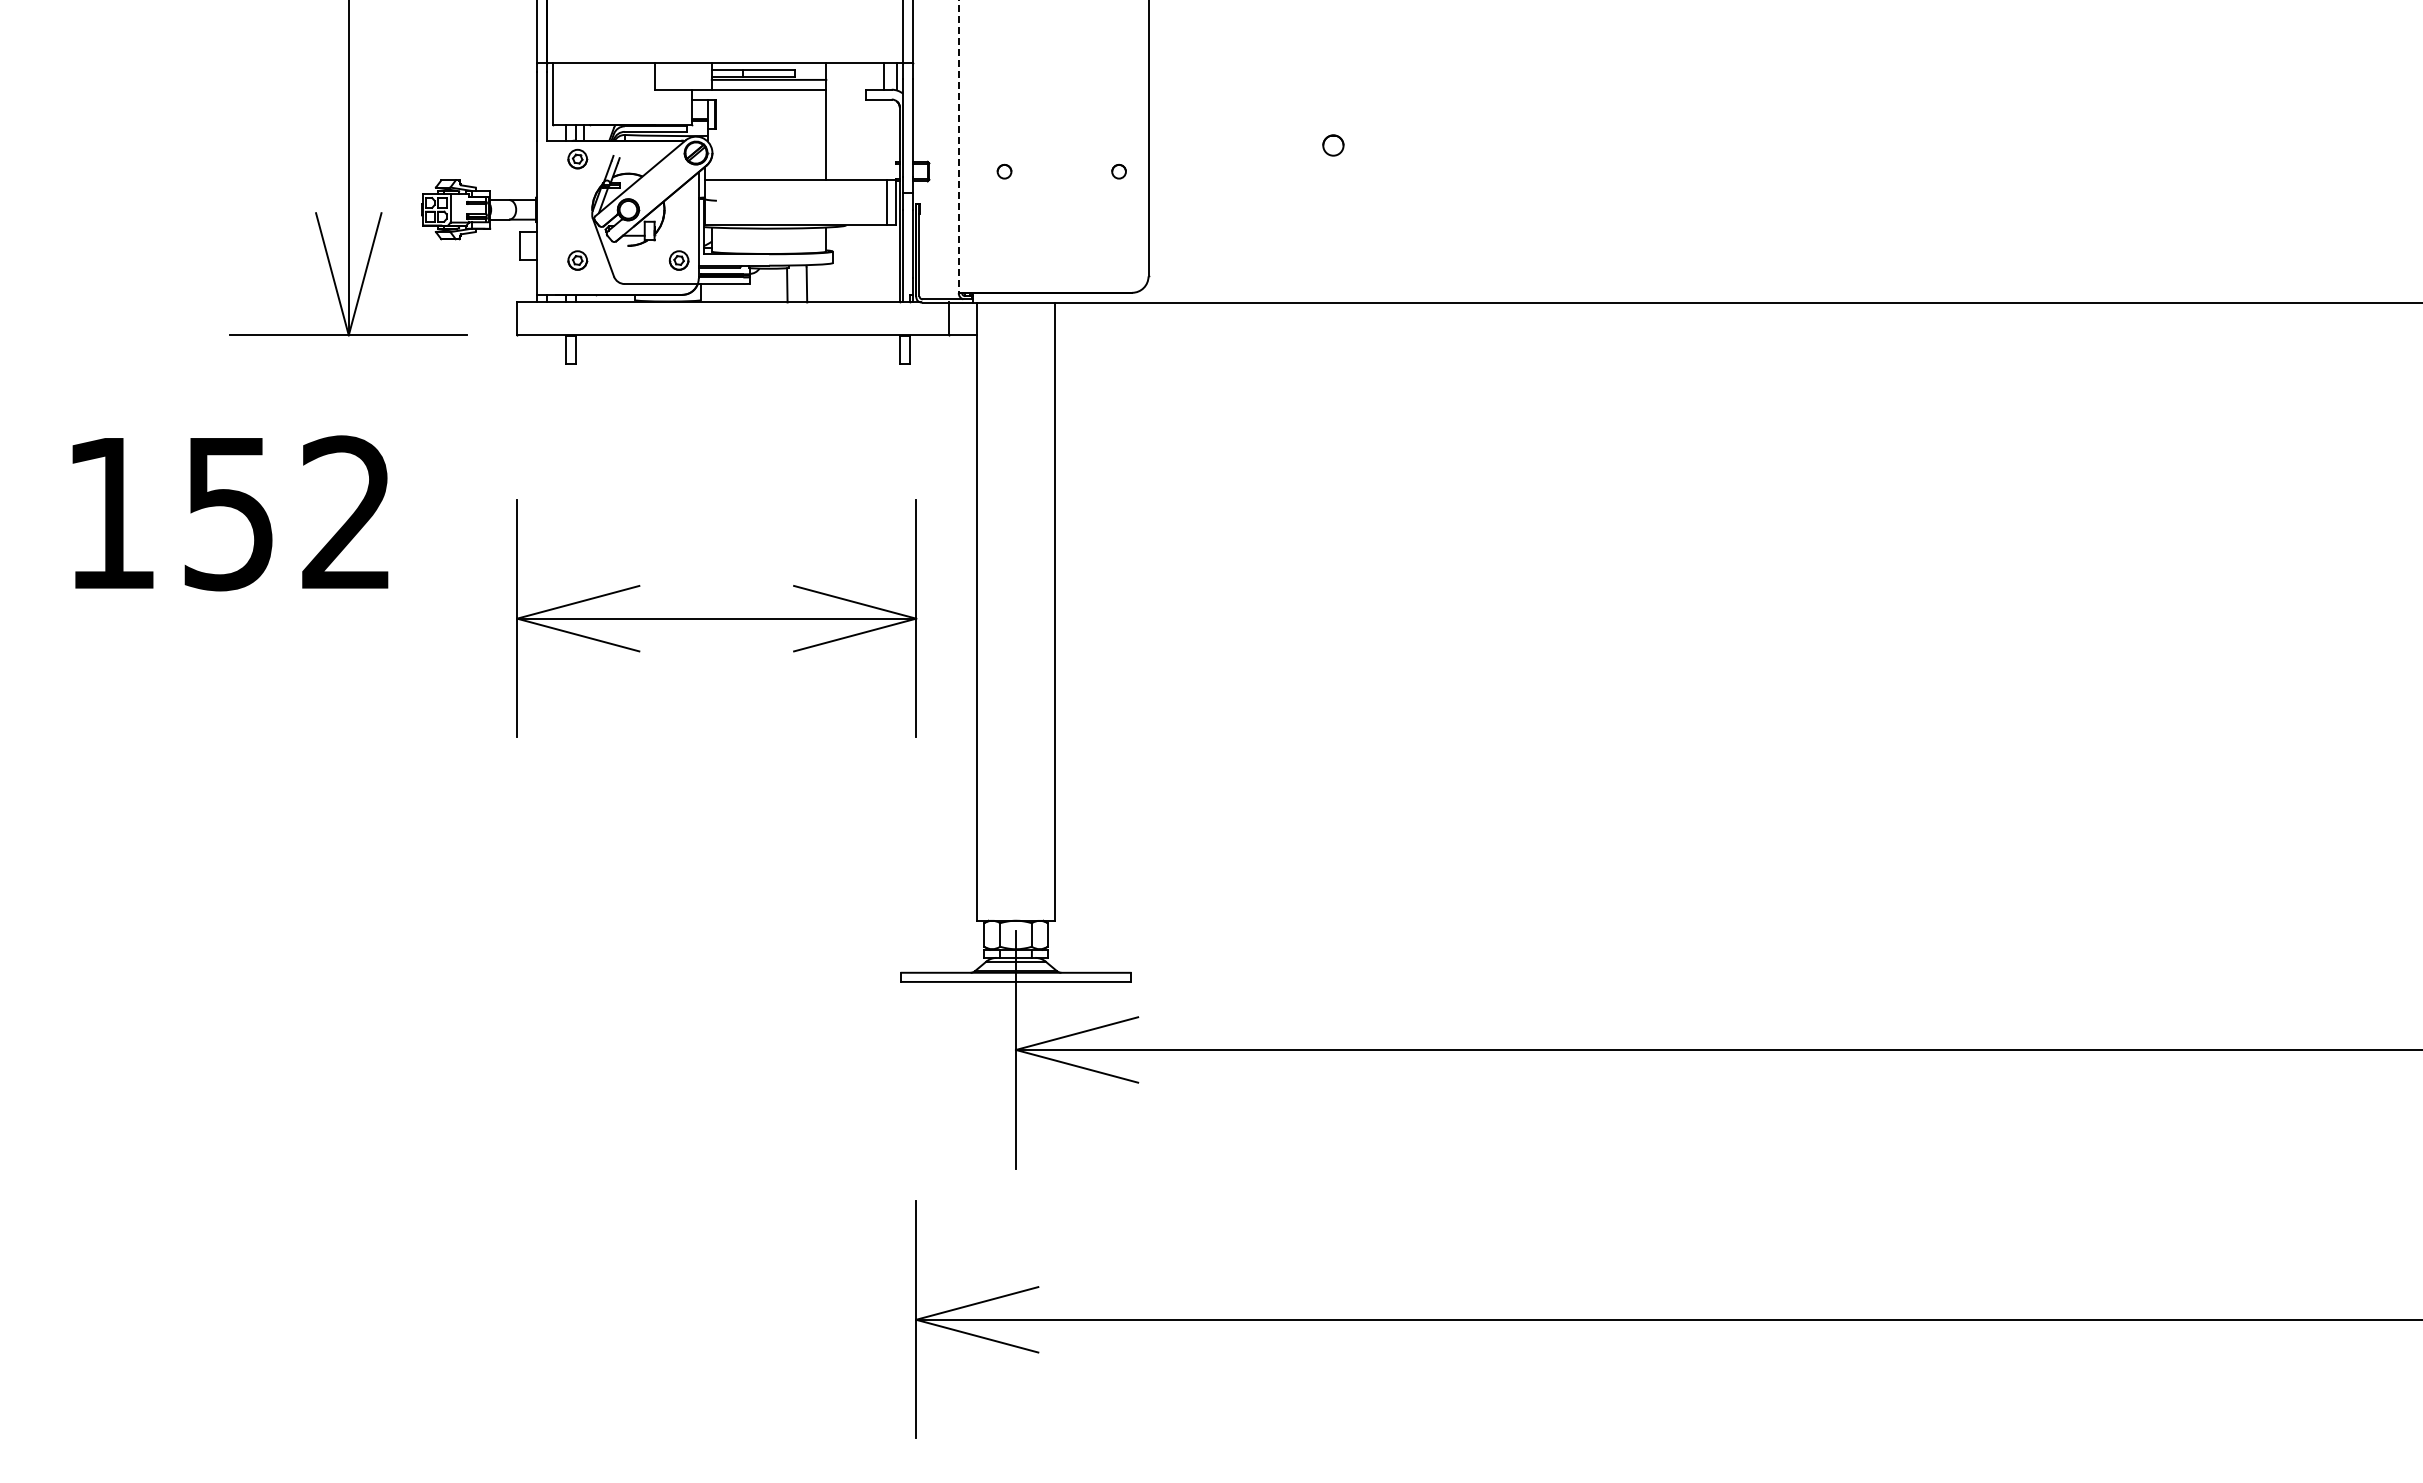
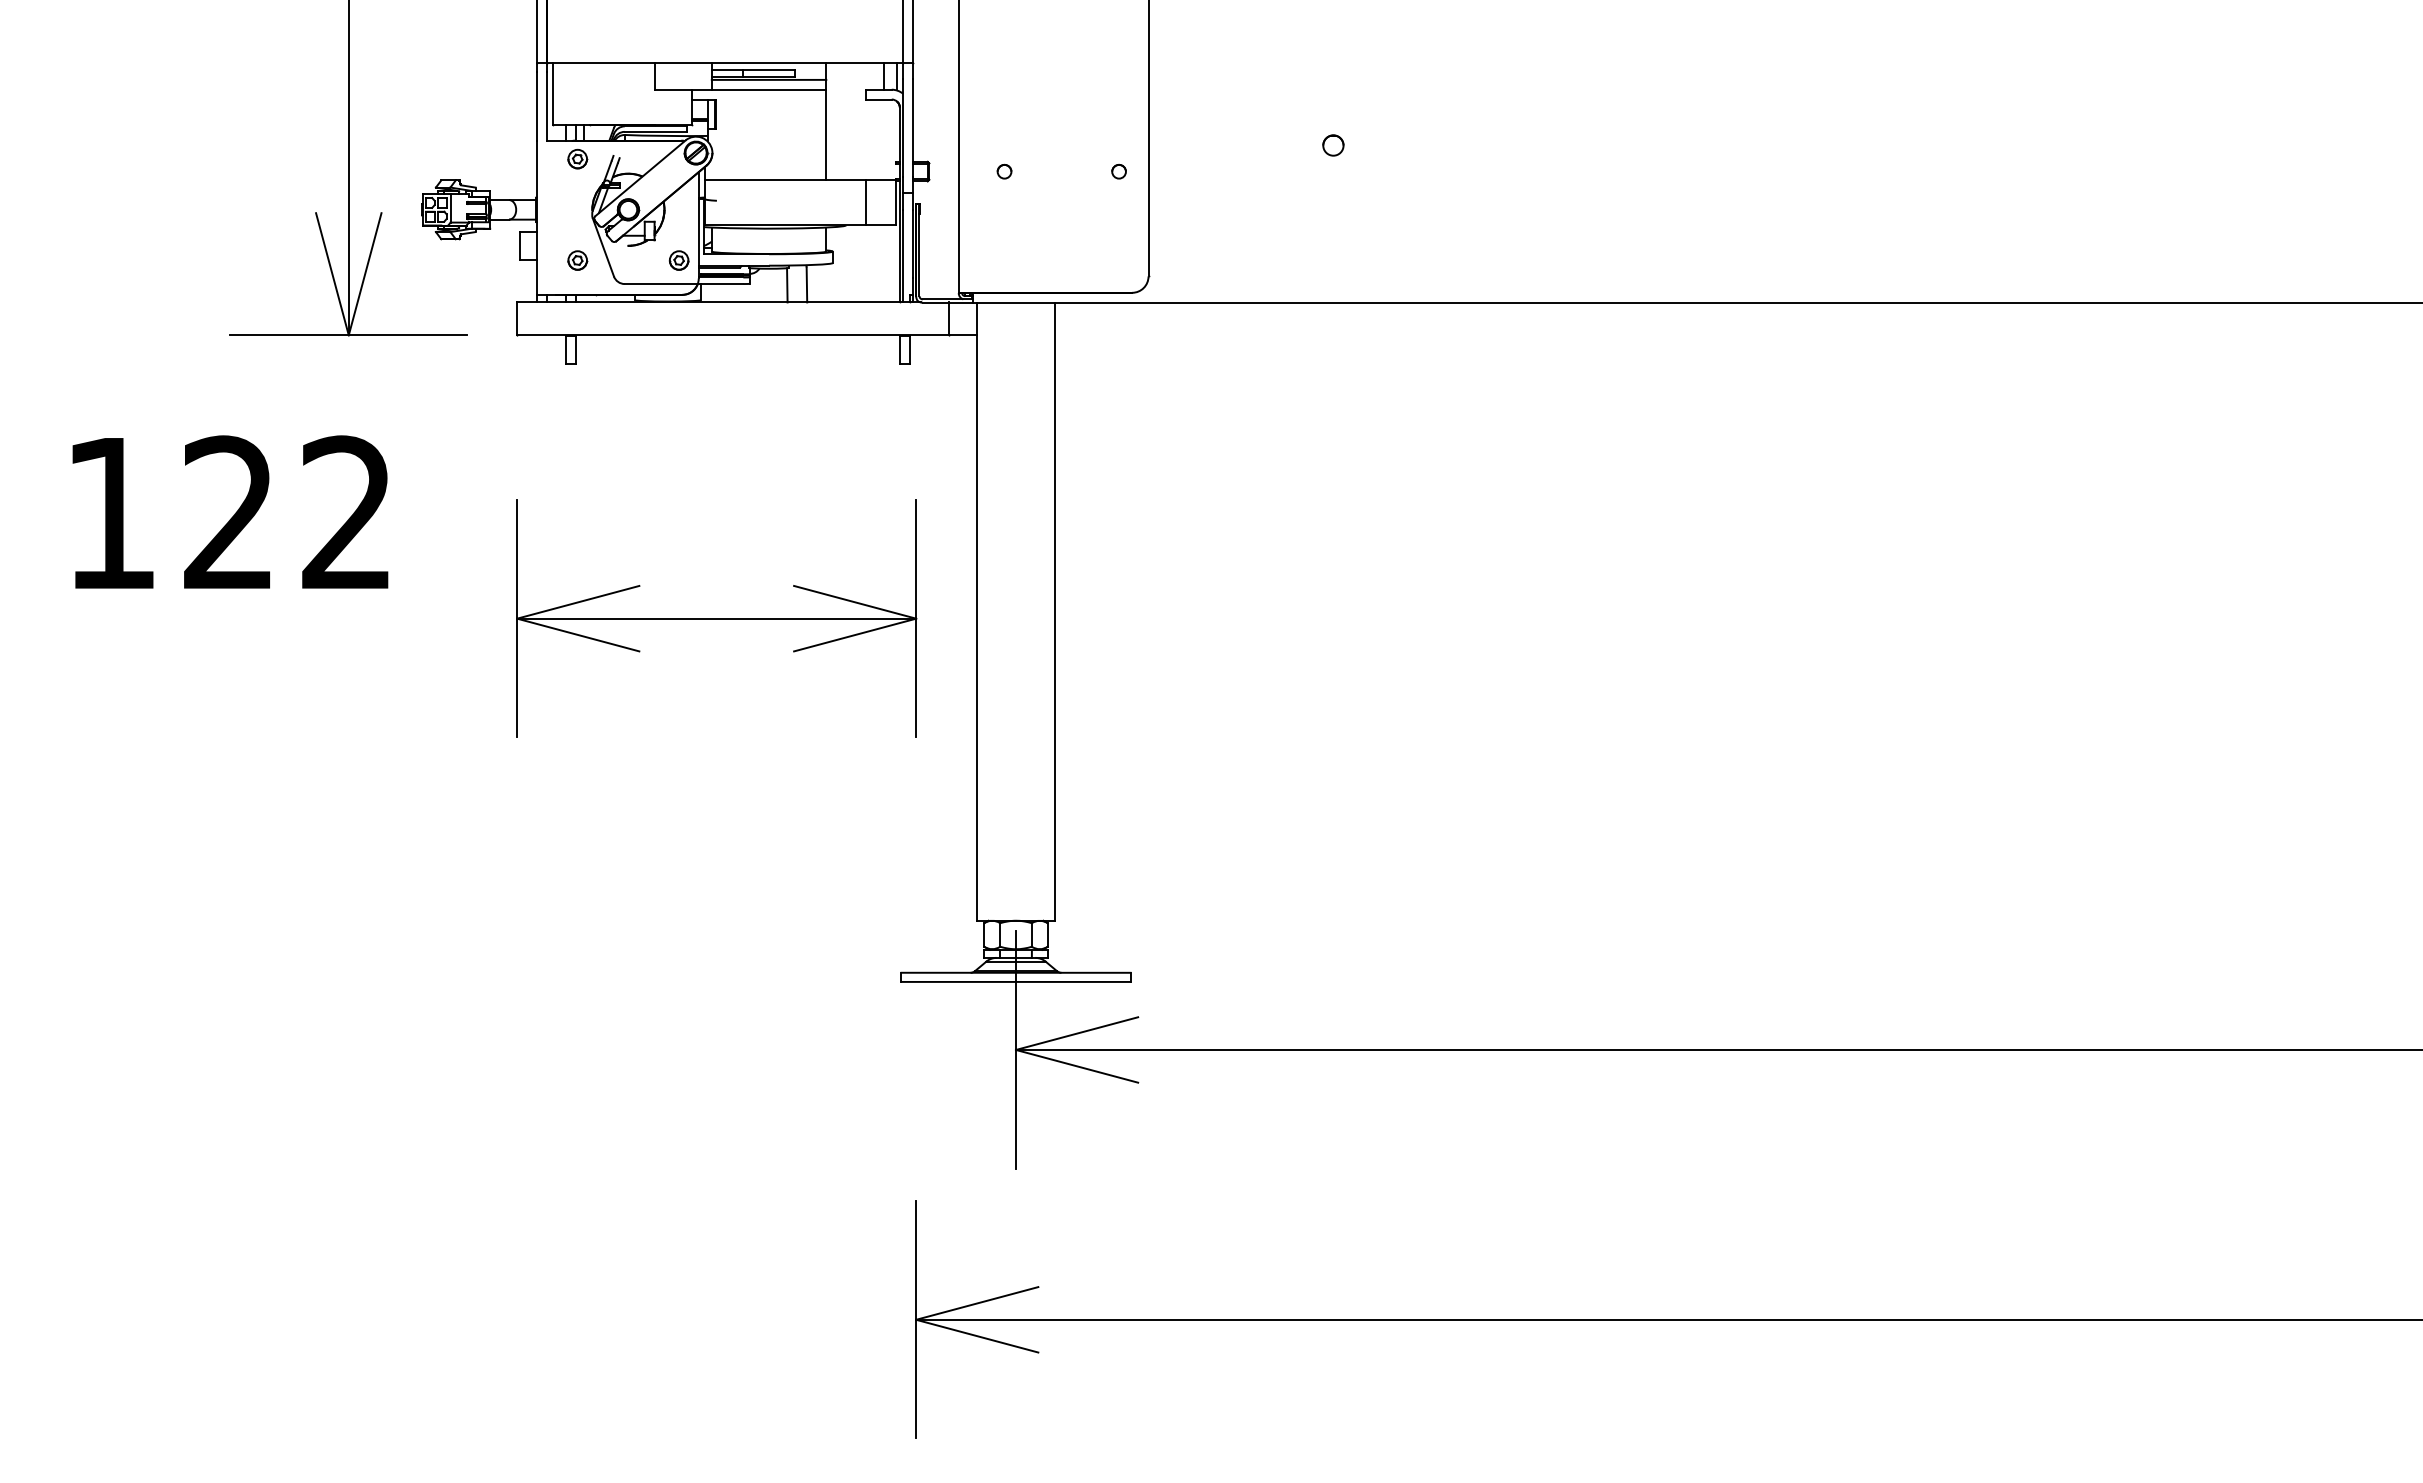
line at (958, 146): dashed -> solid
line at (886, 202) position: (886, 202) -> (865, 202)
text at (228, 513): 152 -> 122
